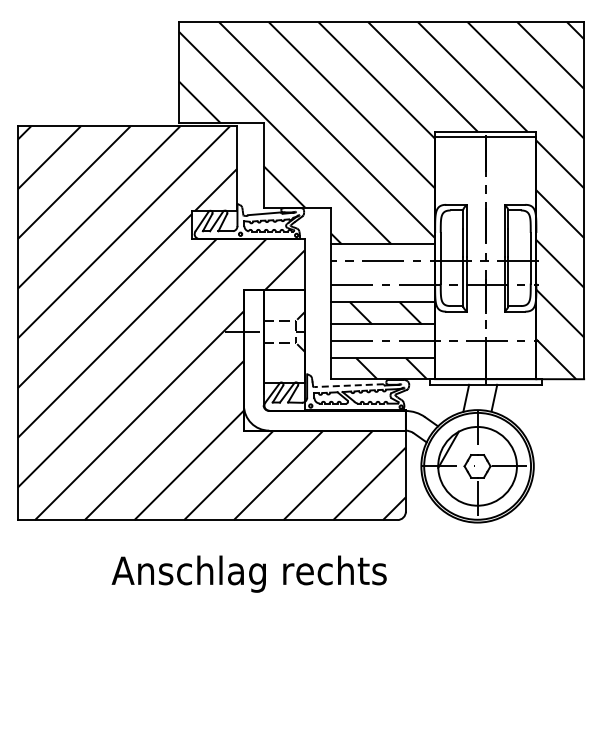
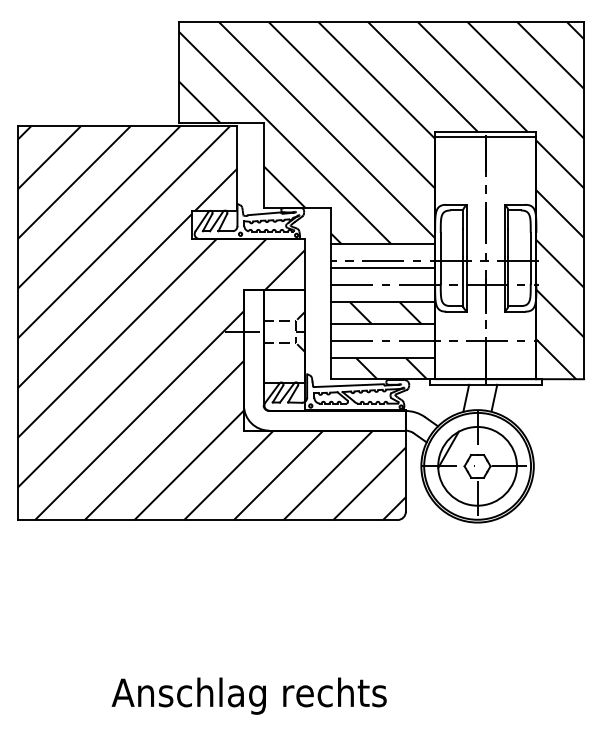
line at (383, 268): none -> present
line at (349, 385): dashed -> solid
text at (248, 573) position: (248, 573) -> (248, 695)
